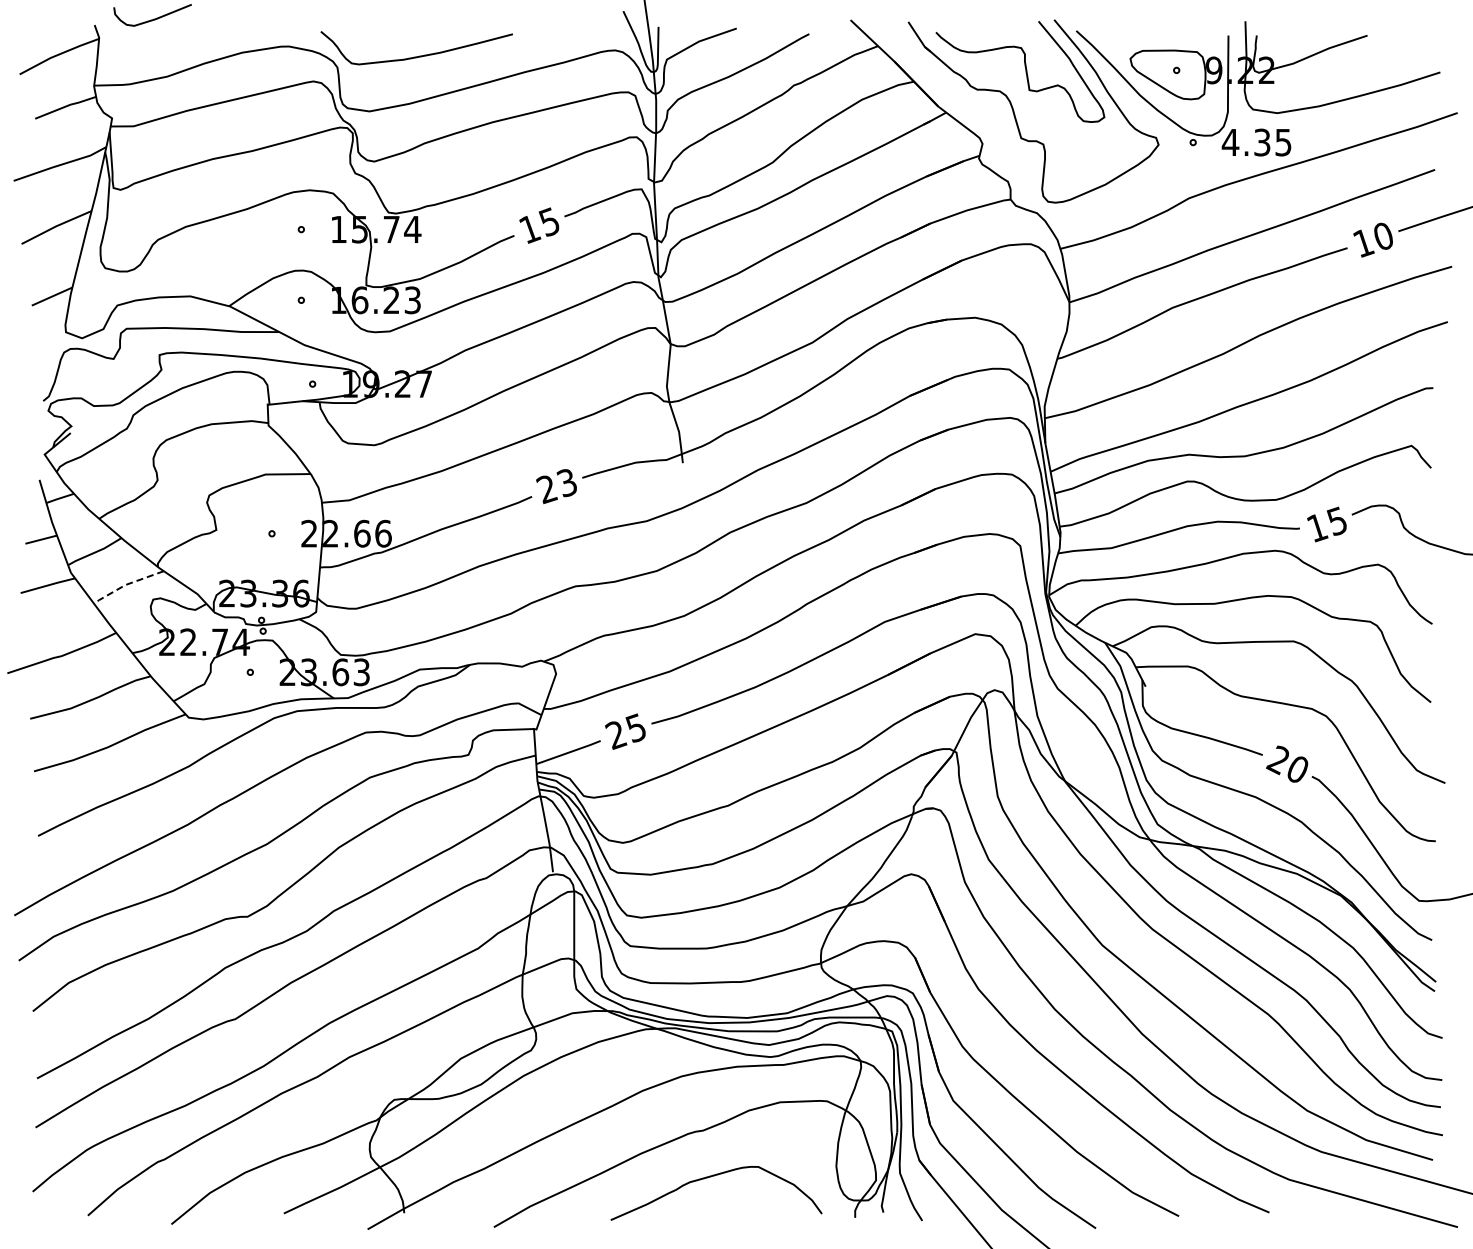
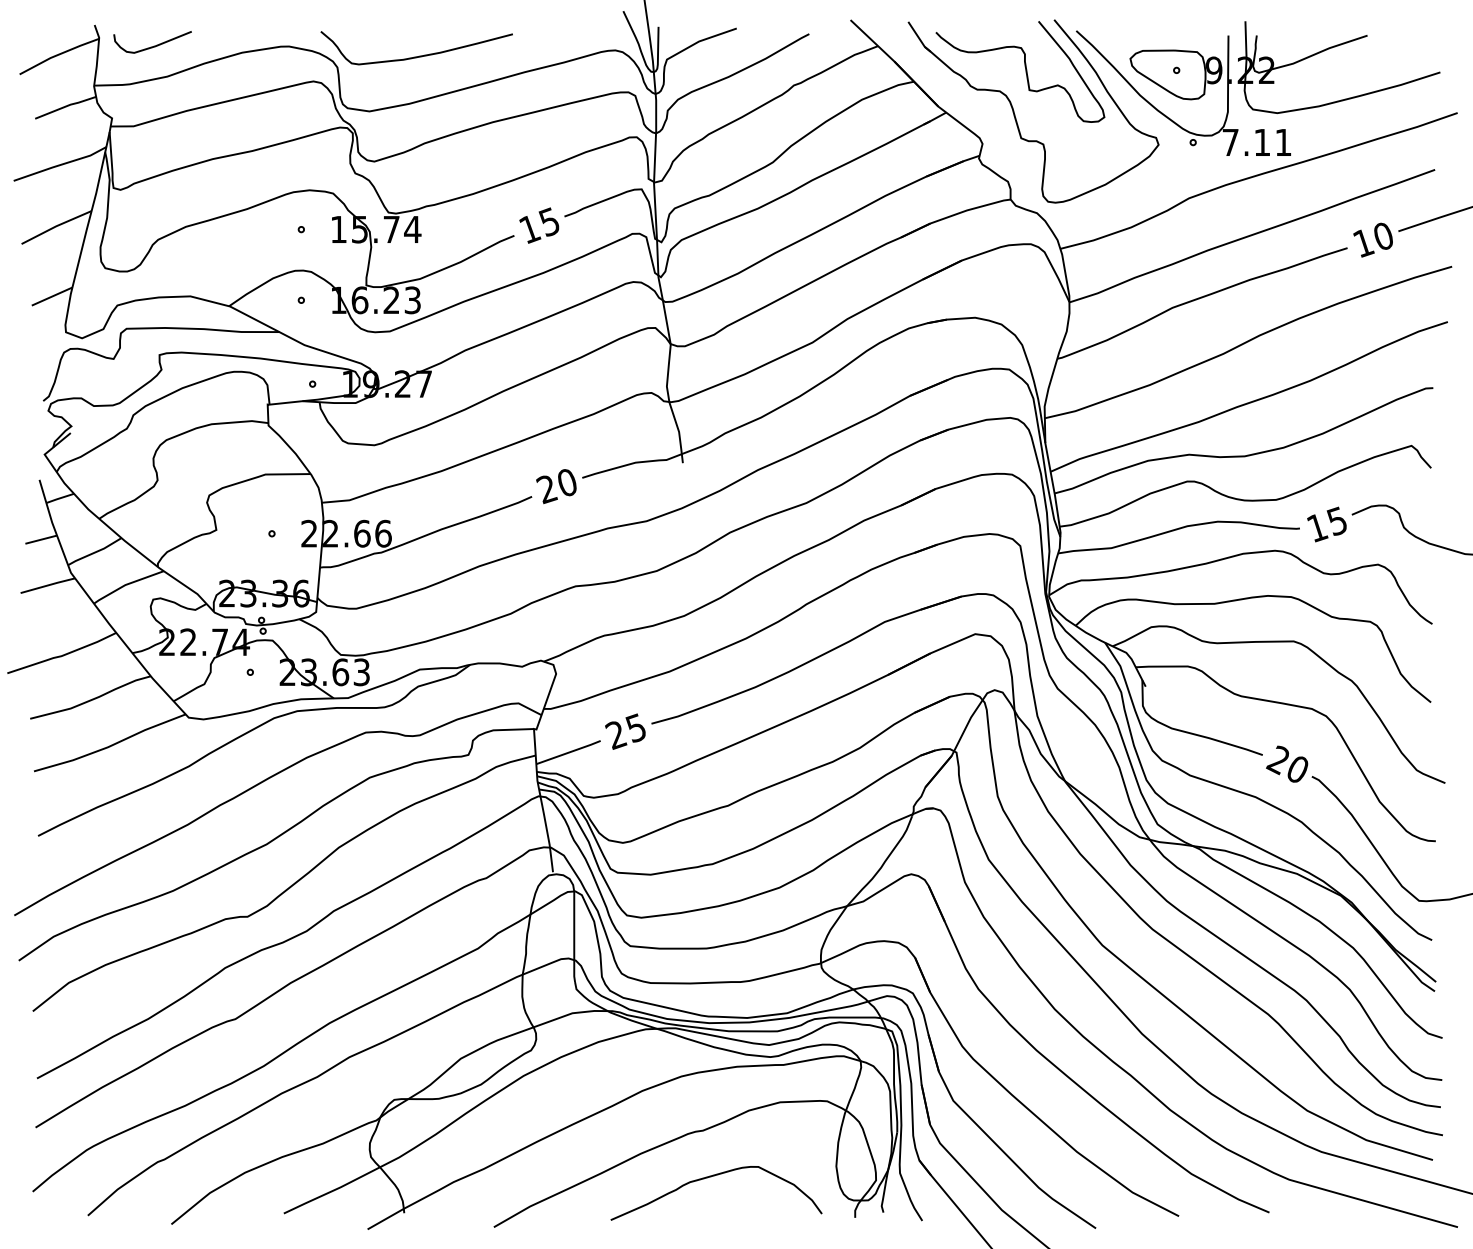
curve at (154, 18) position: (154, 18) -> (154, 45)
text at (1256, 142): 4.35 -> 7.11
text at (566, 483): 23 -> 20
line at (125, 585): dashed -> solid
